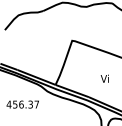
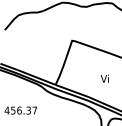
text at (22, 104) position: (22, 104) -> (20, 110)
